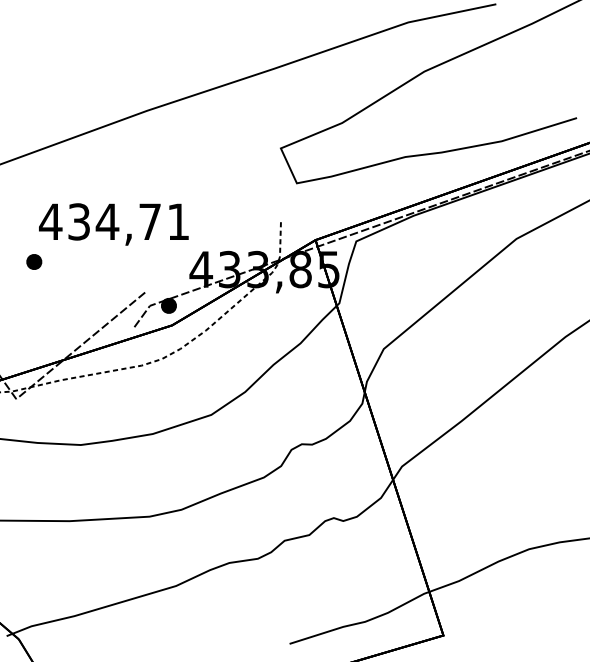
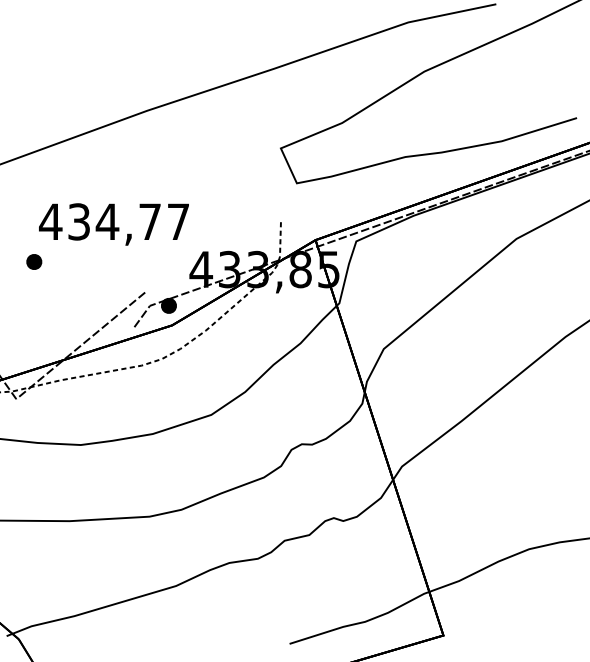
text at (178, 221): 434,71 -> 434,77
